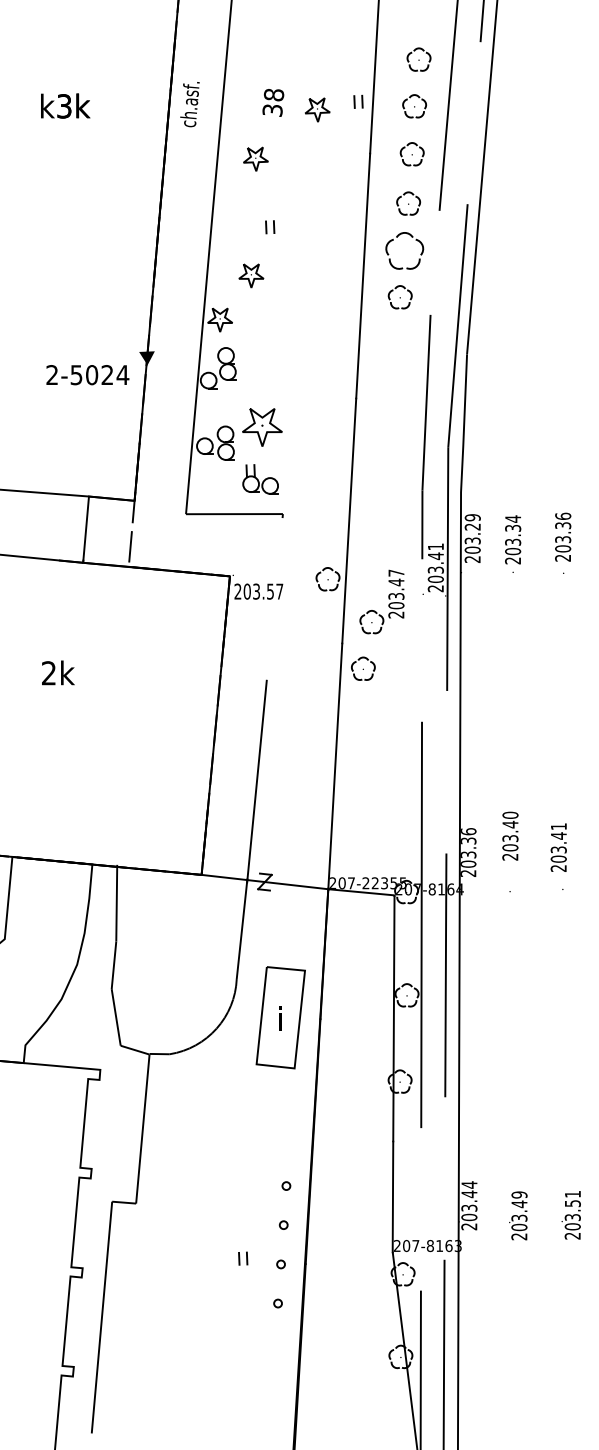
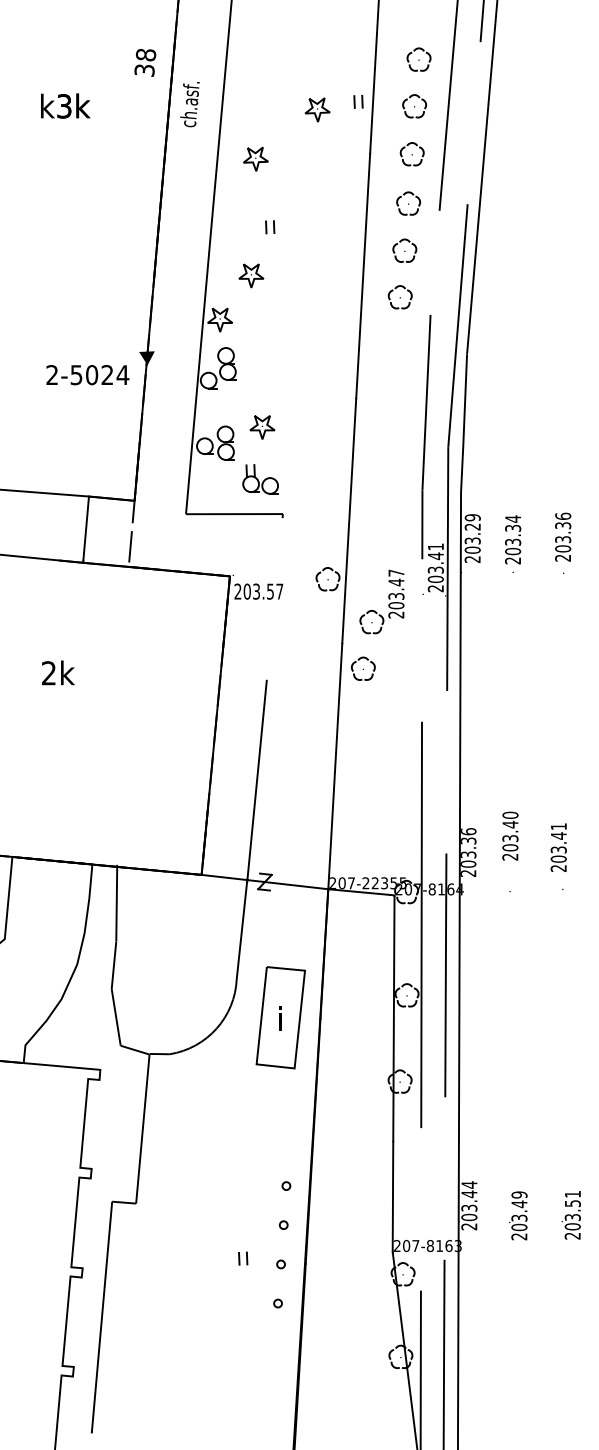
text at (273, 102) position: (273, 102) -> (145, 62)
part at (404, 250) size: 40x38 px -> 26x25 px
part at (262, 427) size: 41x39 px -> 27x25 px
